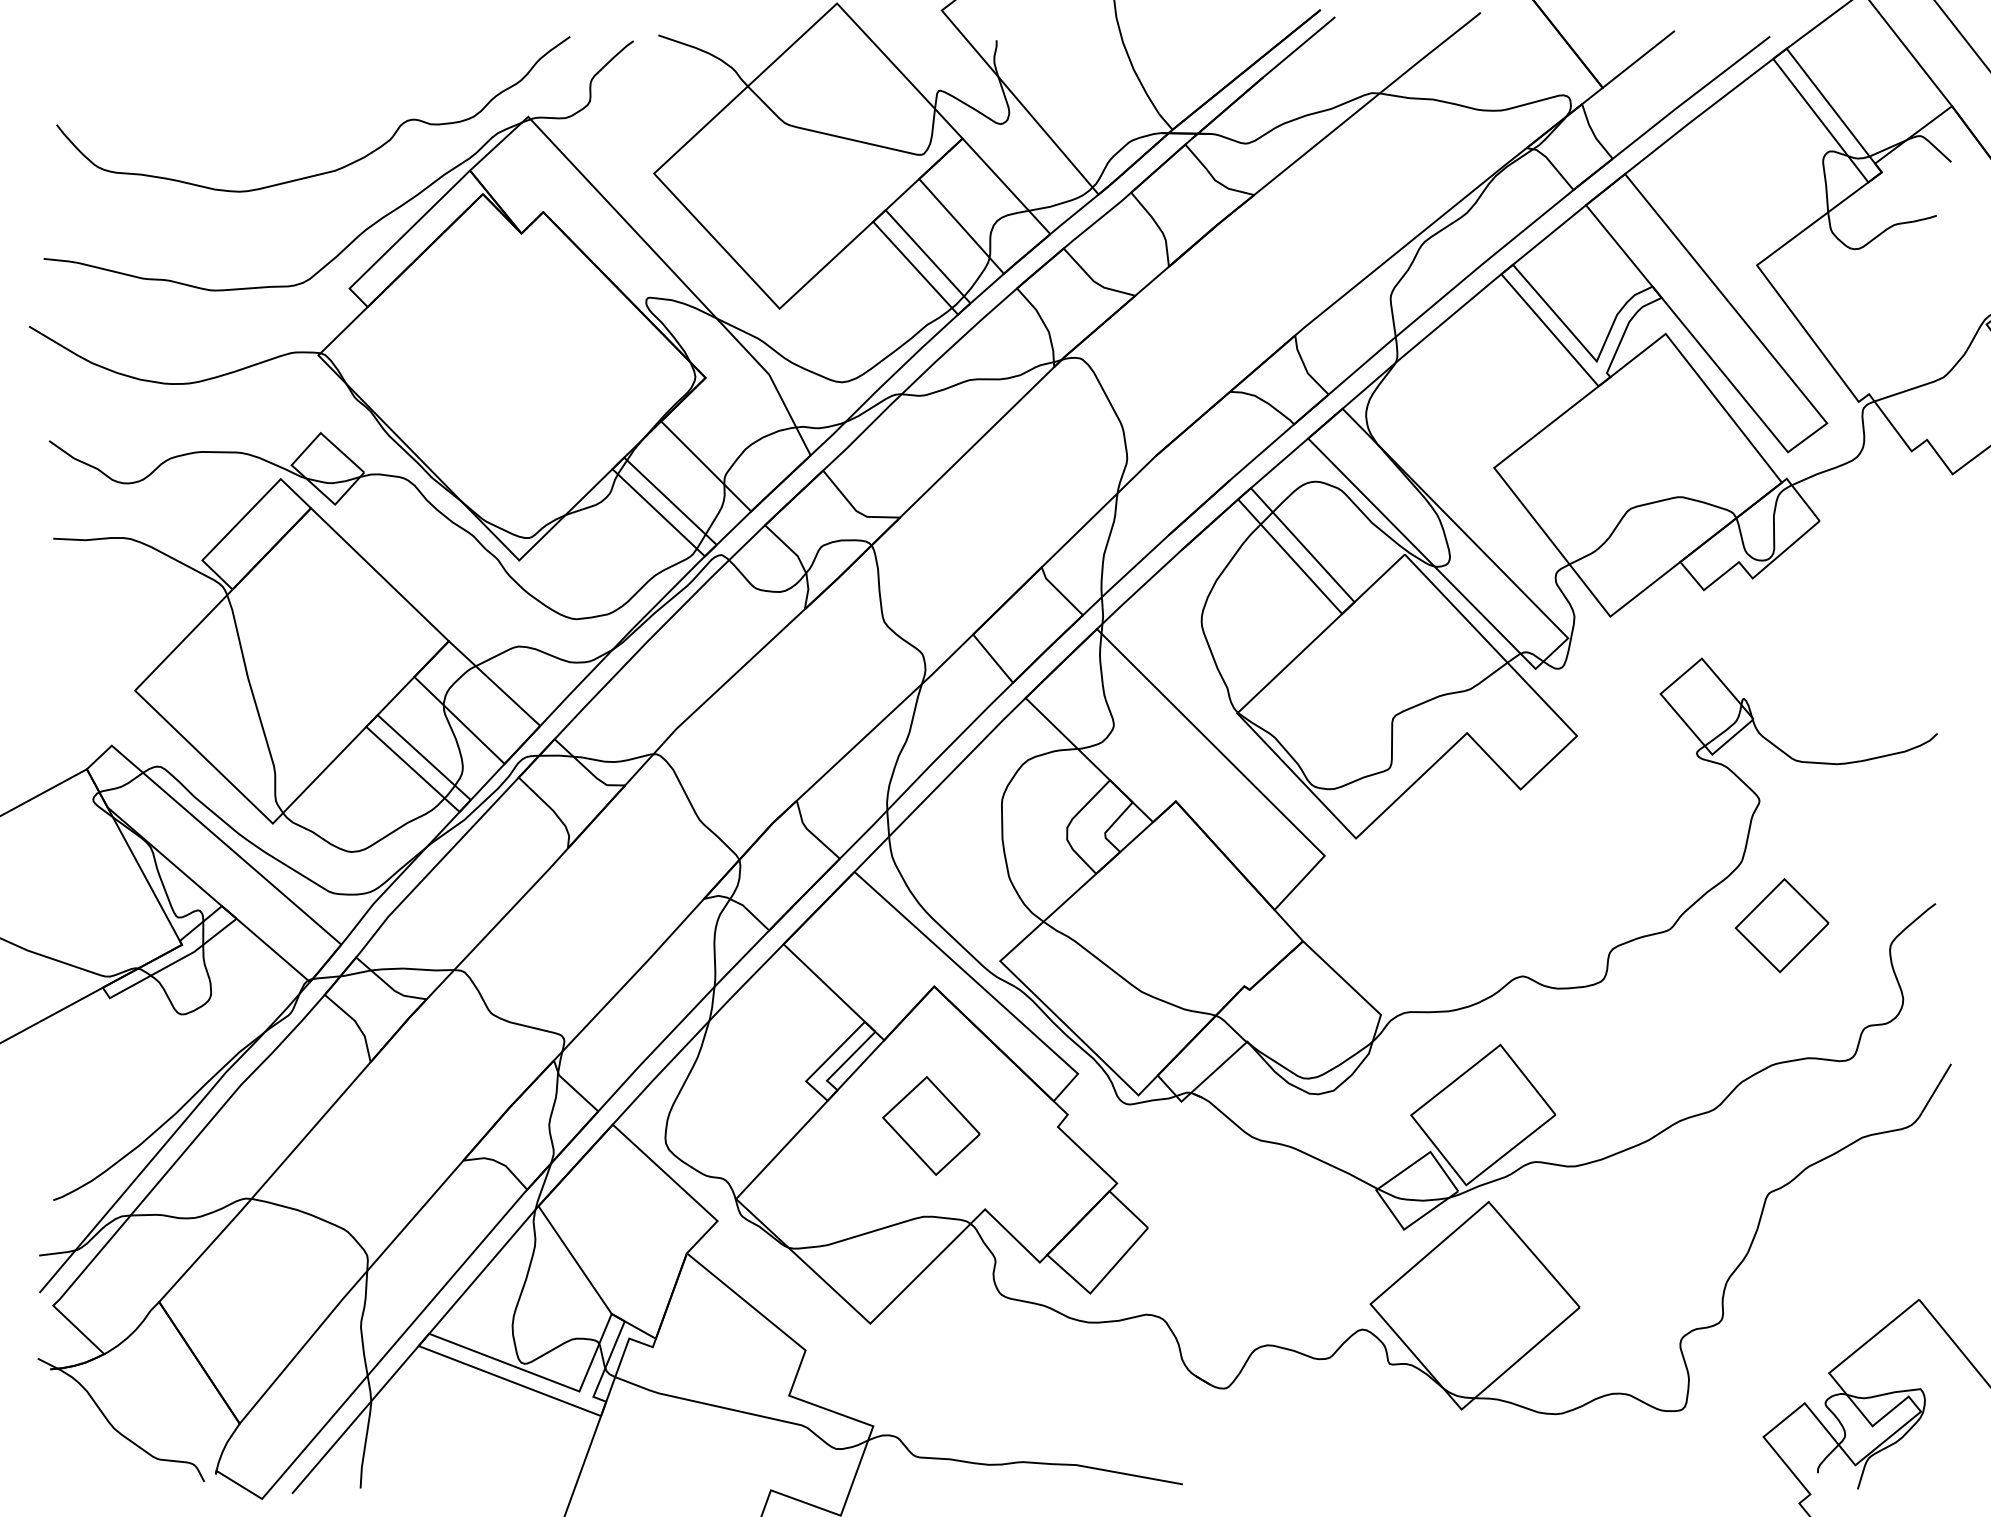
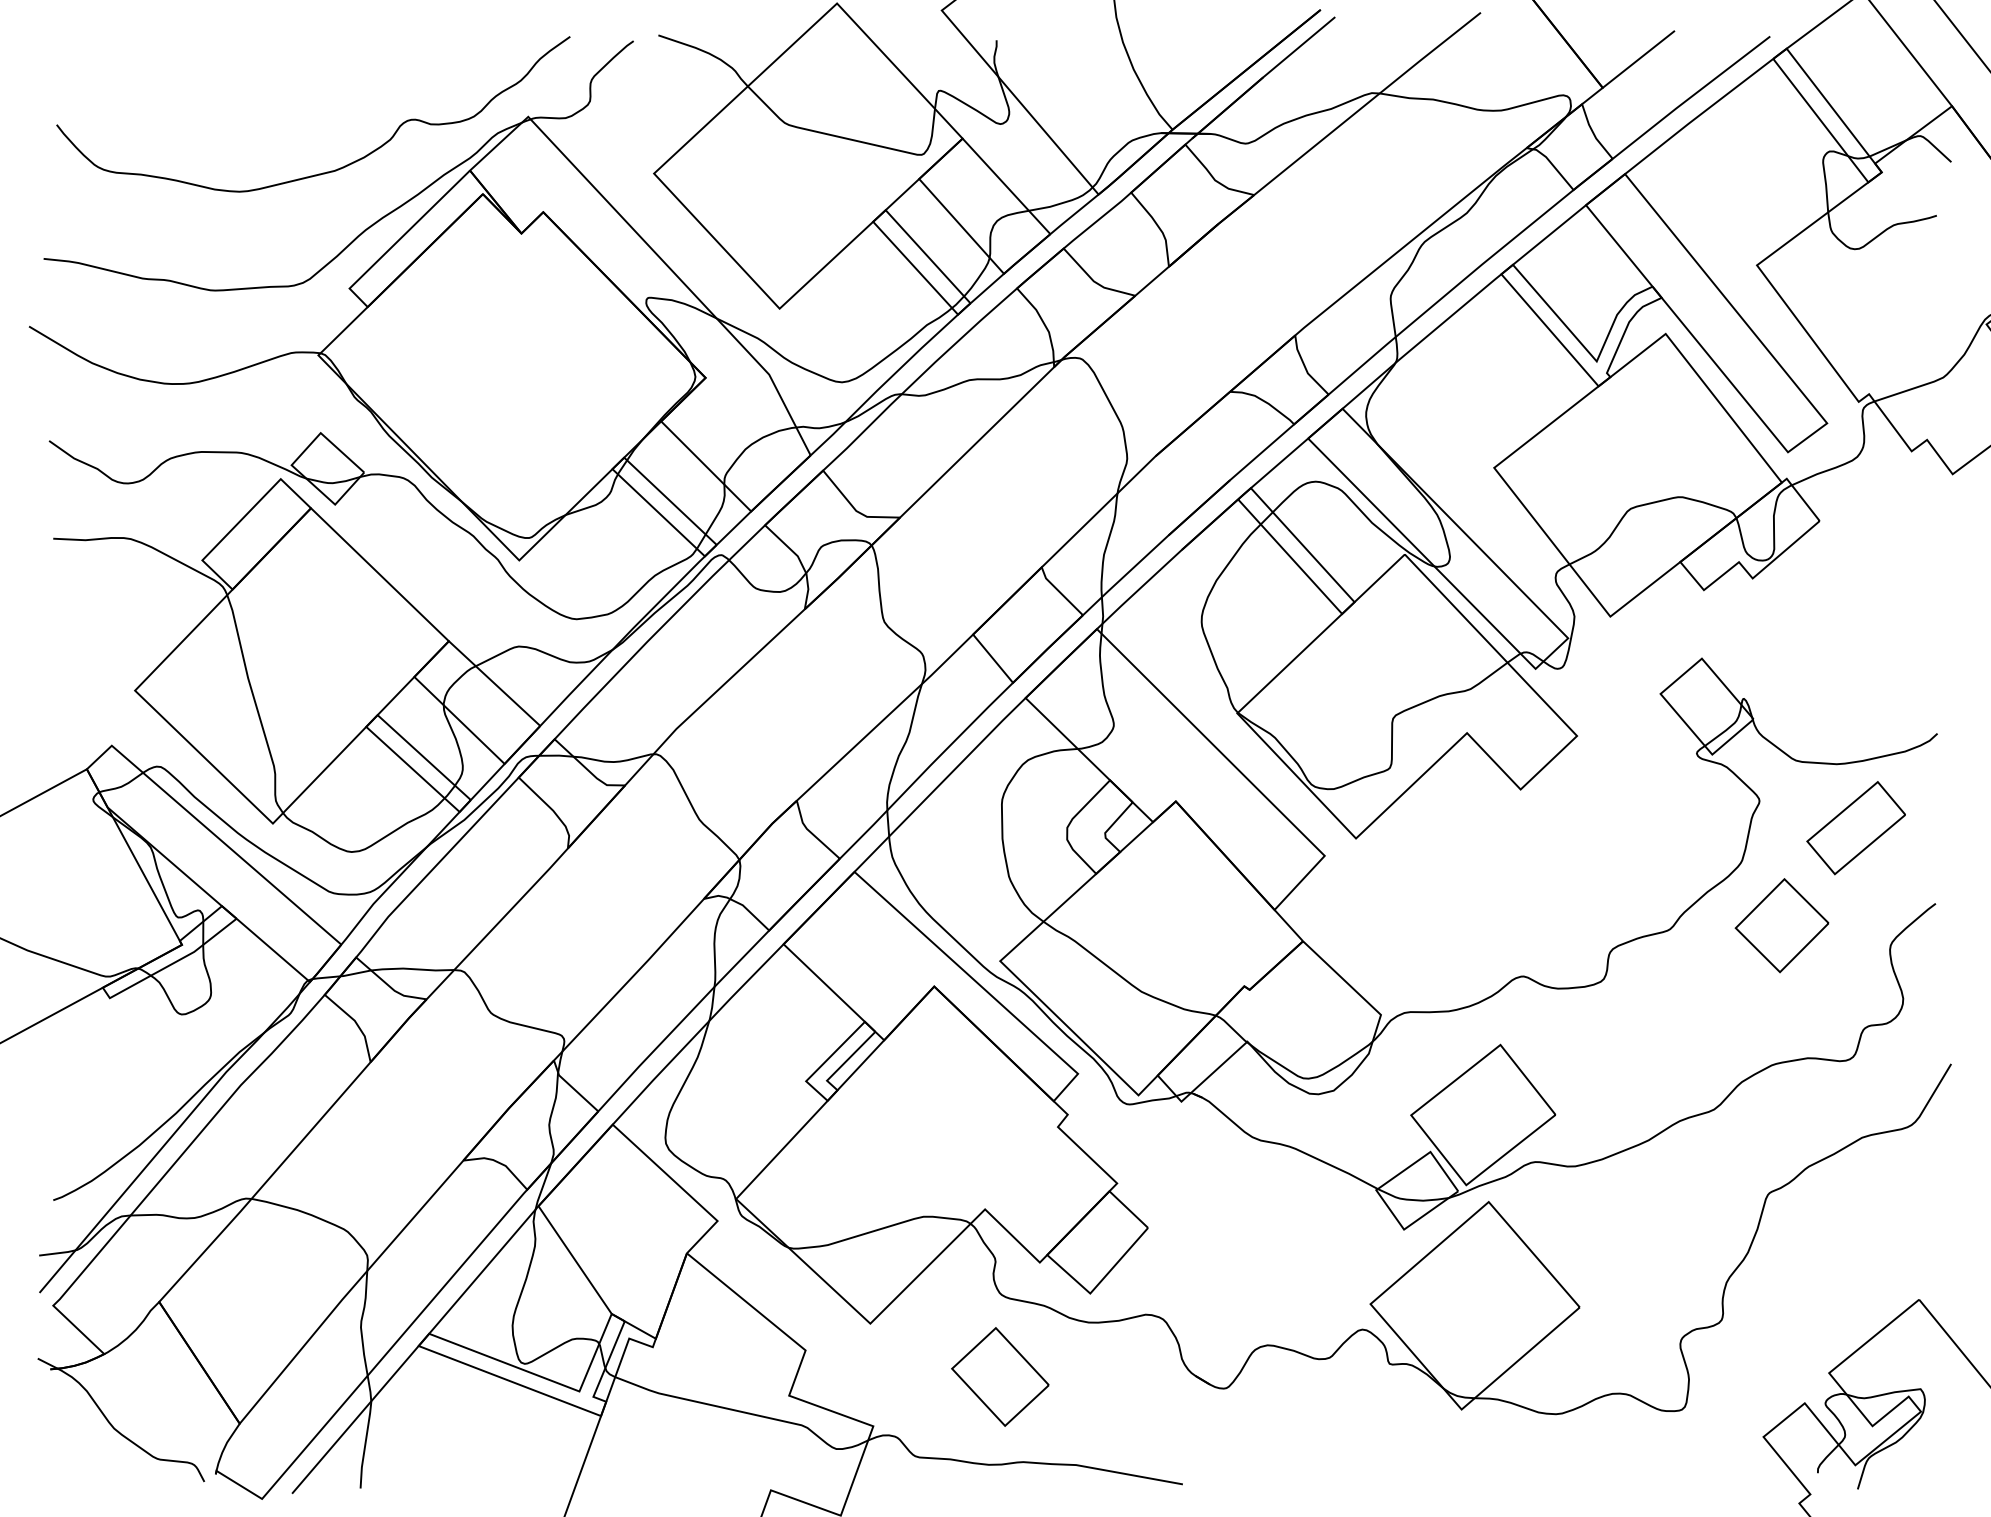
part at (1855, 828): none -> present
part at (931, 1125) position: (931, 1125) -> (1000, 1376)
